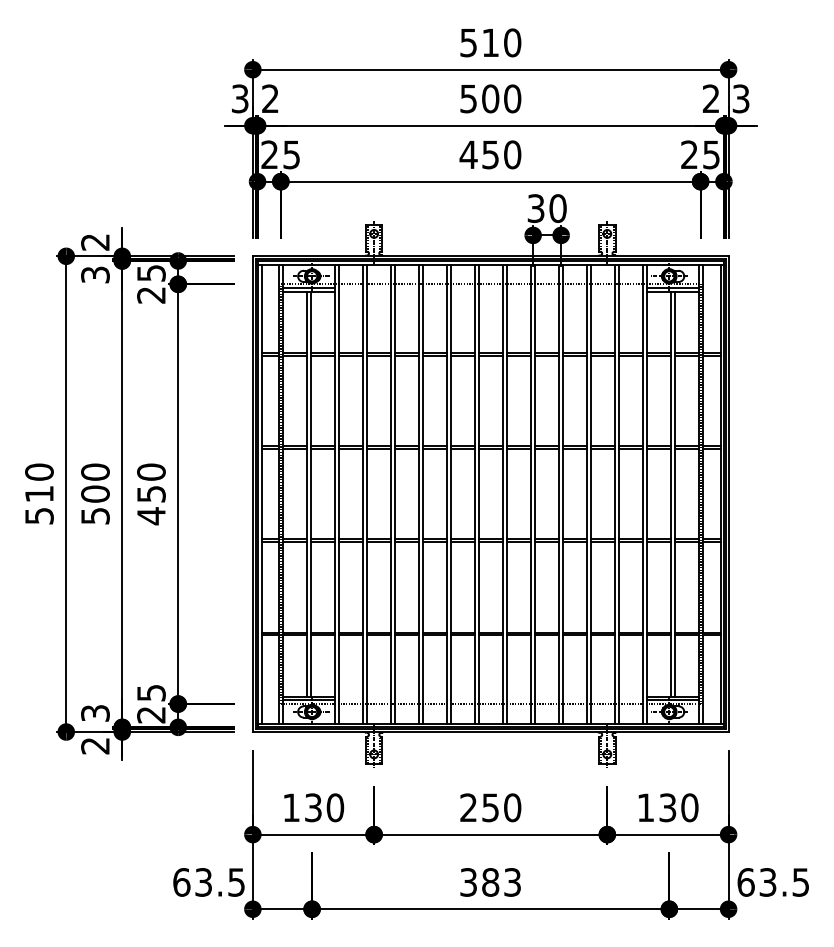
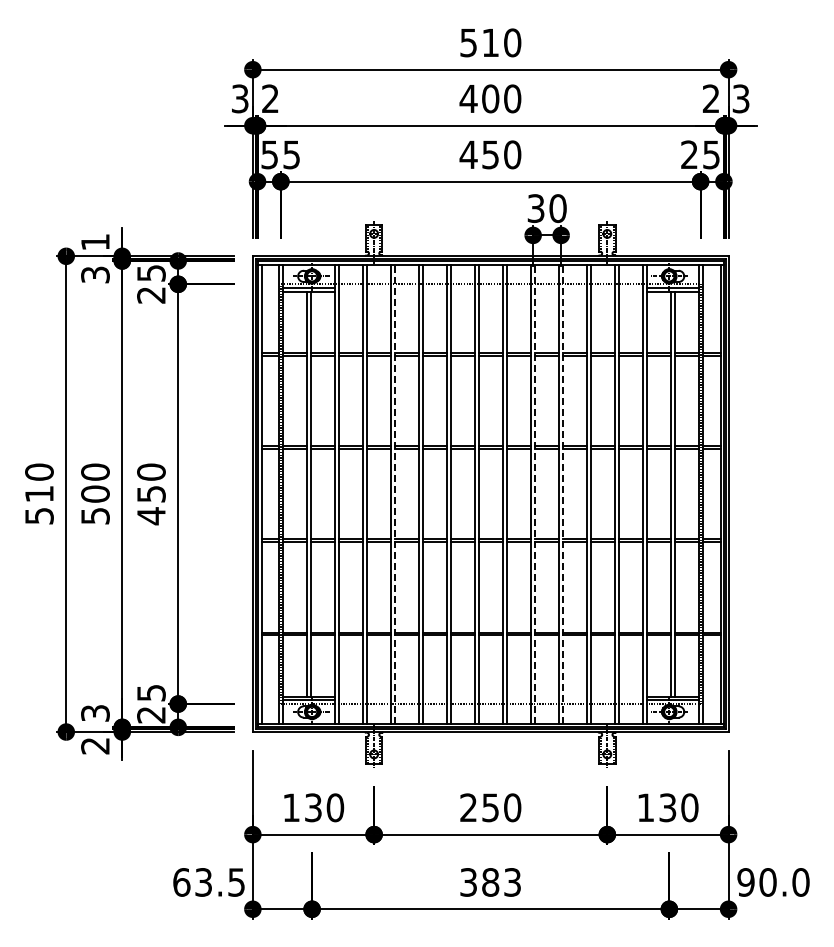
text at (468, 99): 500 -> 400
text at (269, 154): 25 -> 55
text at (95, 242): 2 -> 1
line at (395, 493): solid -> dashed
line at (535, 493): solid -> dashed
line at (563, 493): solid -> dashed
text at (773, 882): 63.5 -> 90.0
